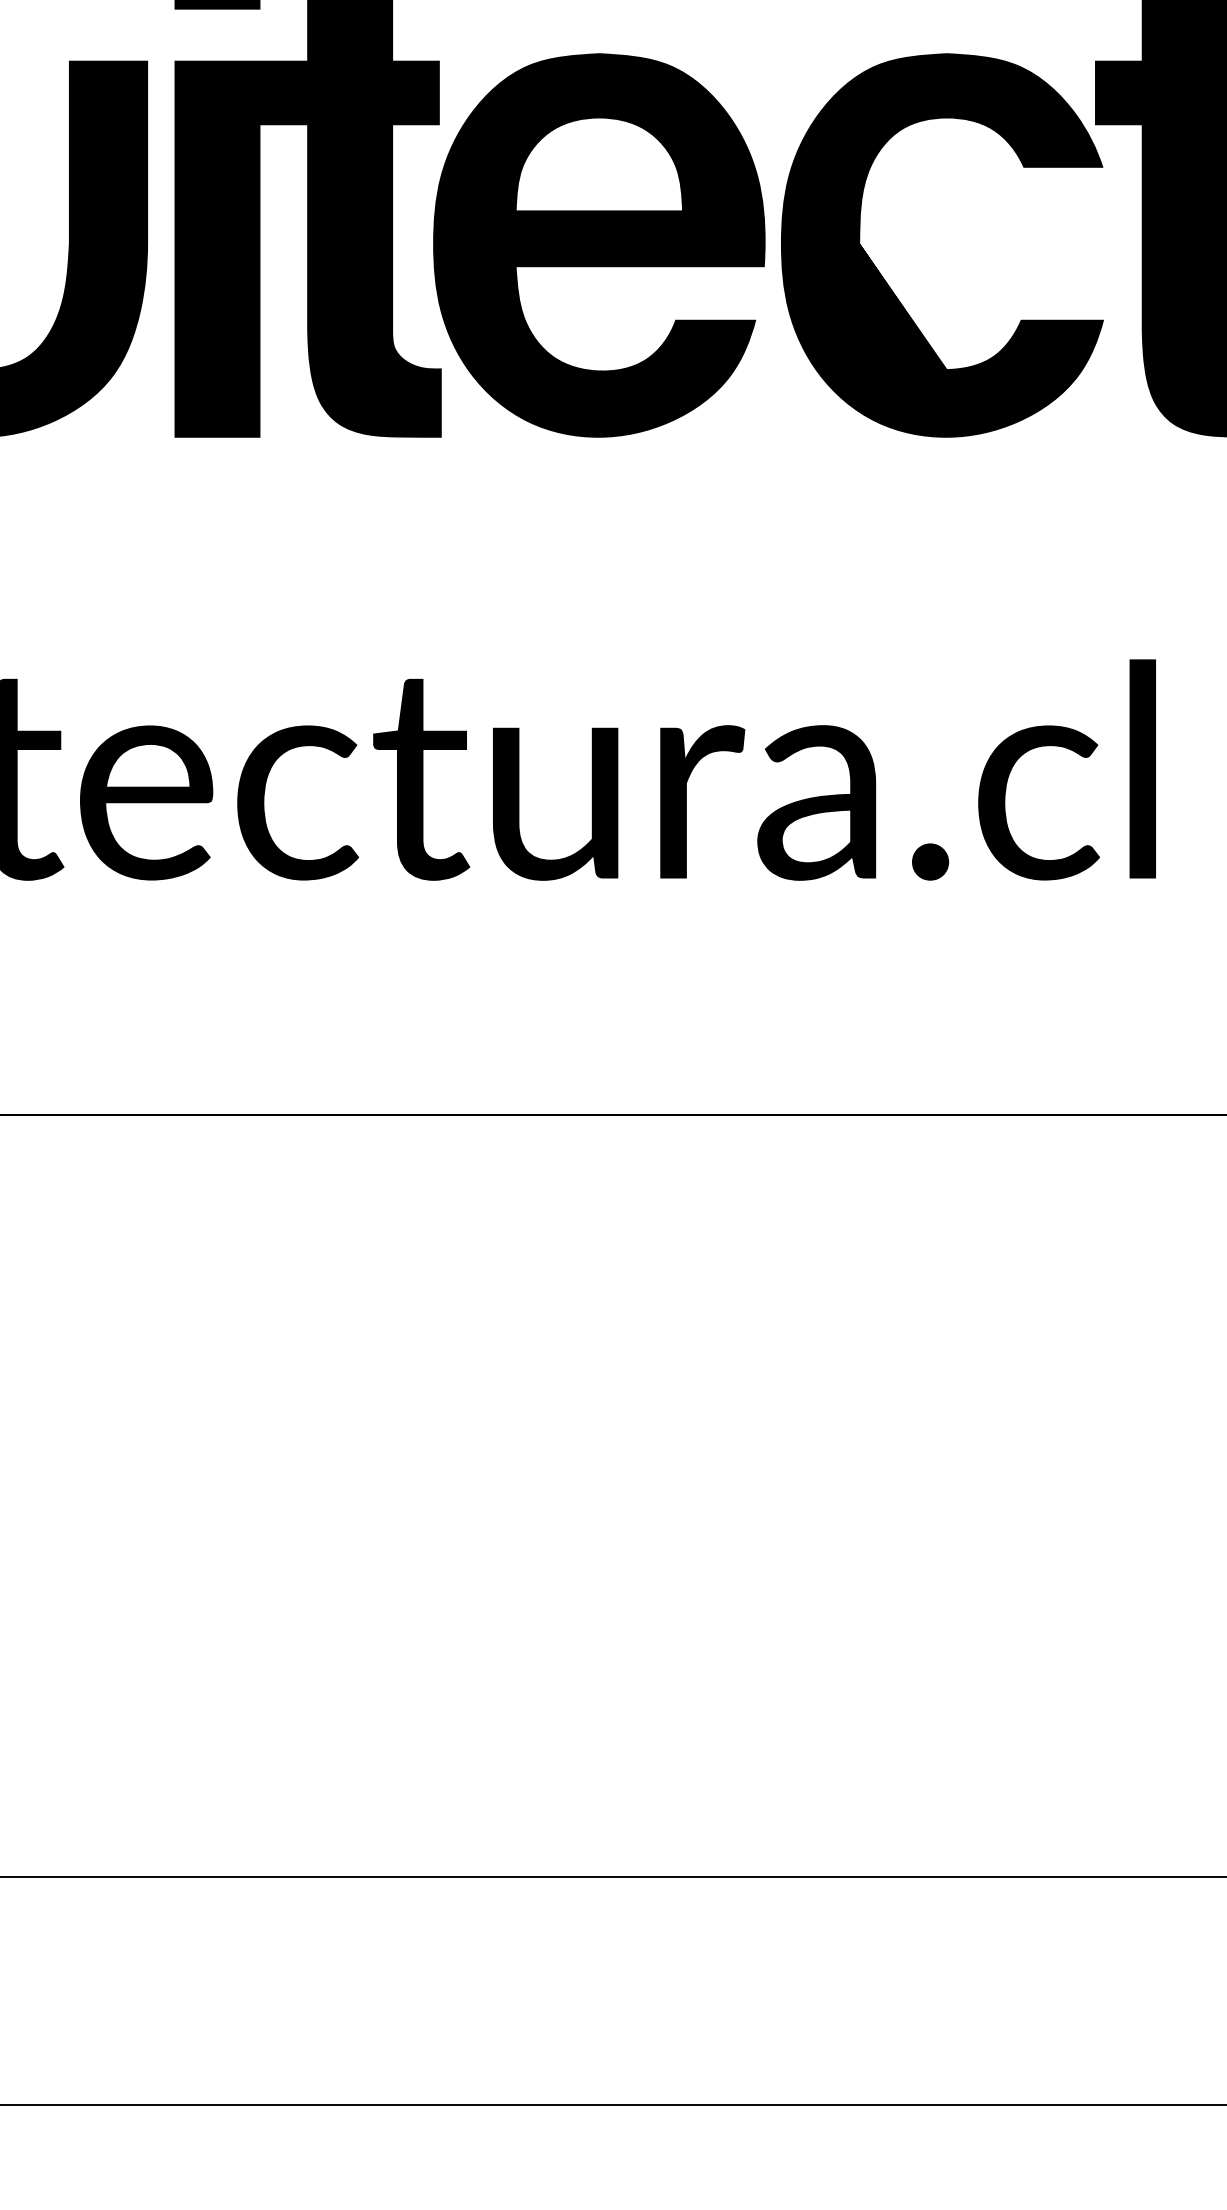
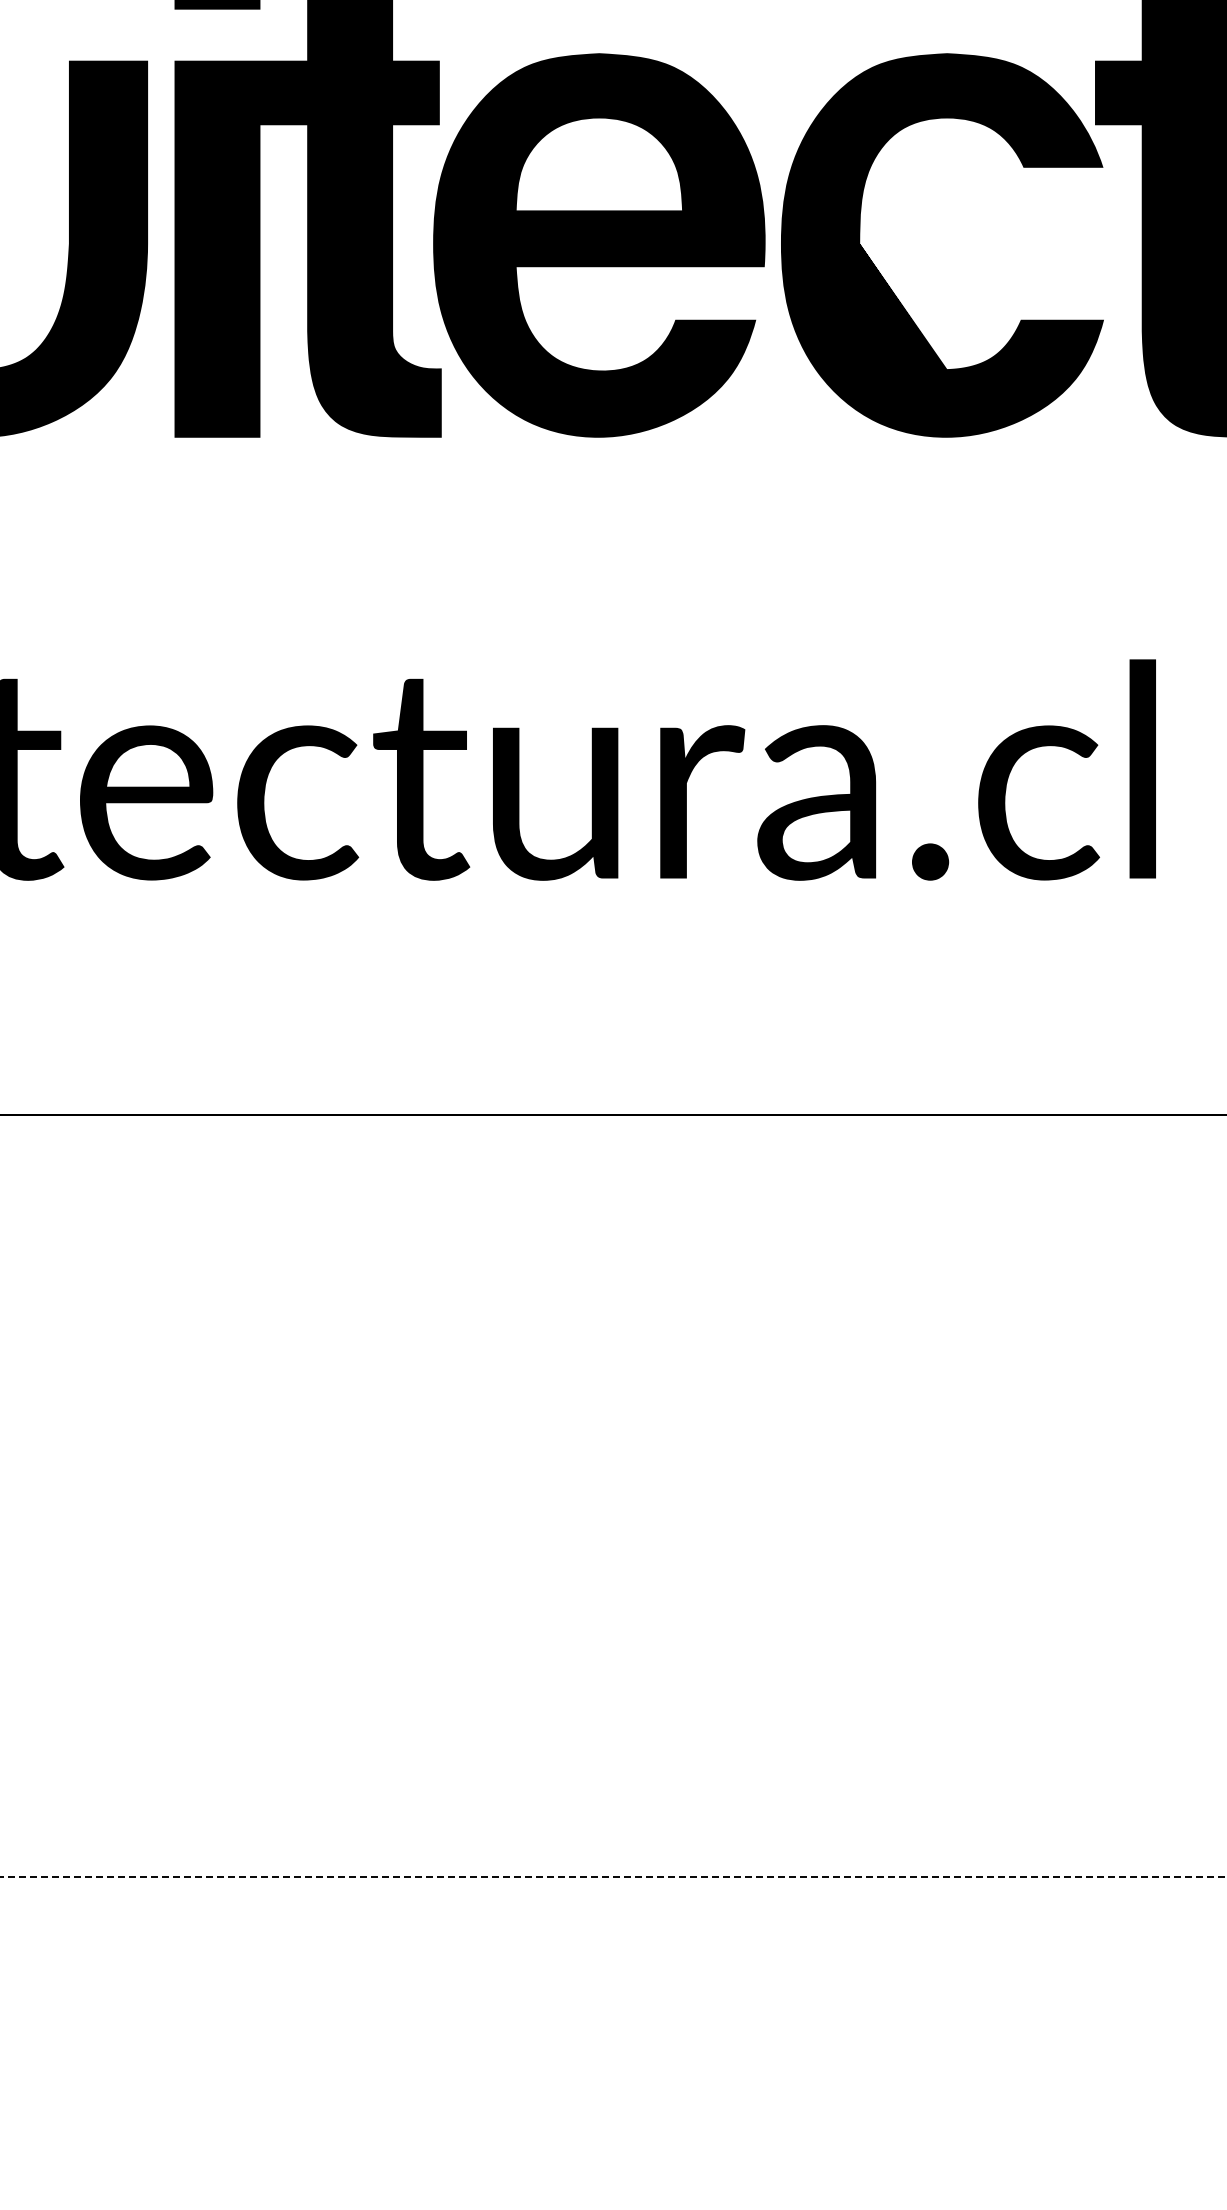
line at (614, 1876): solid -> dashed
line at (612, 2105): present -> none
